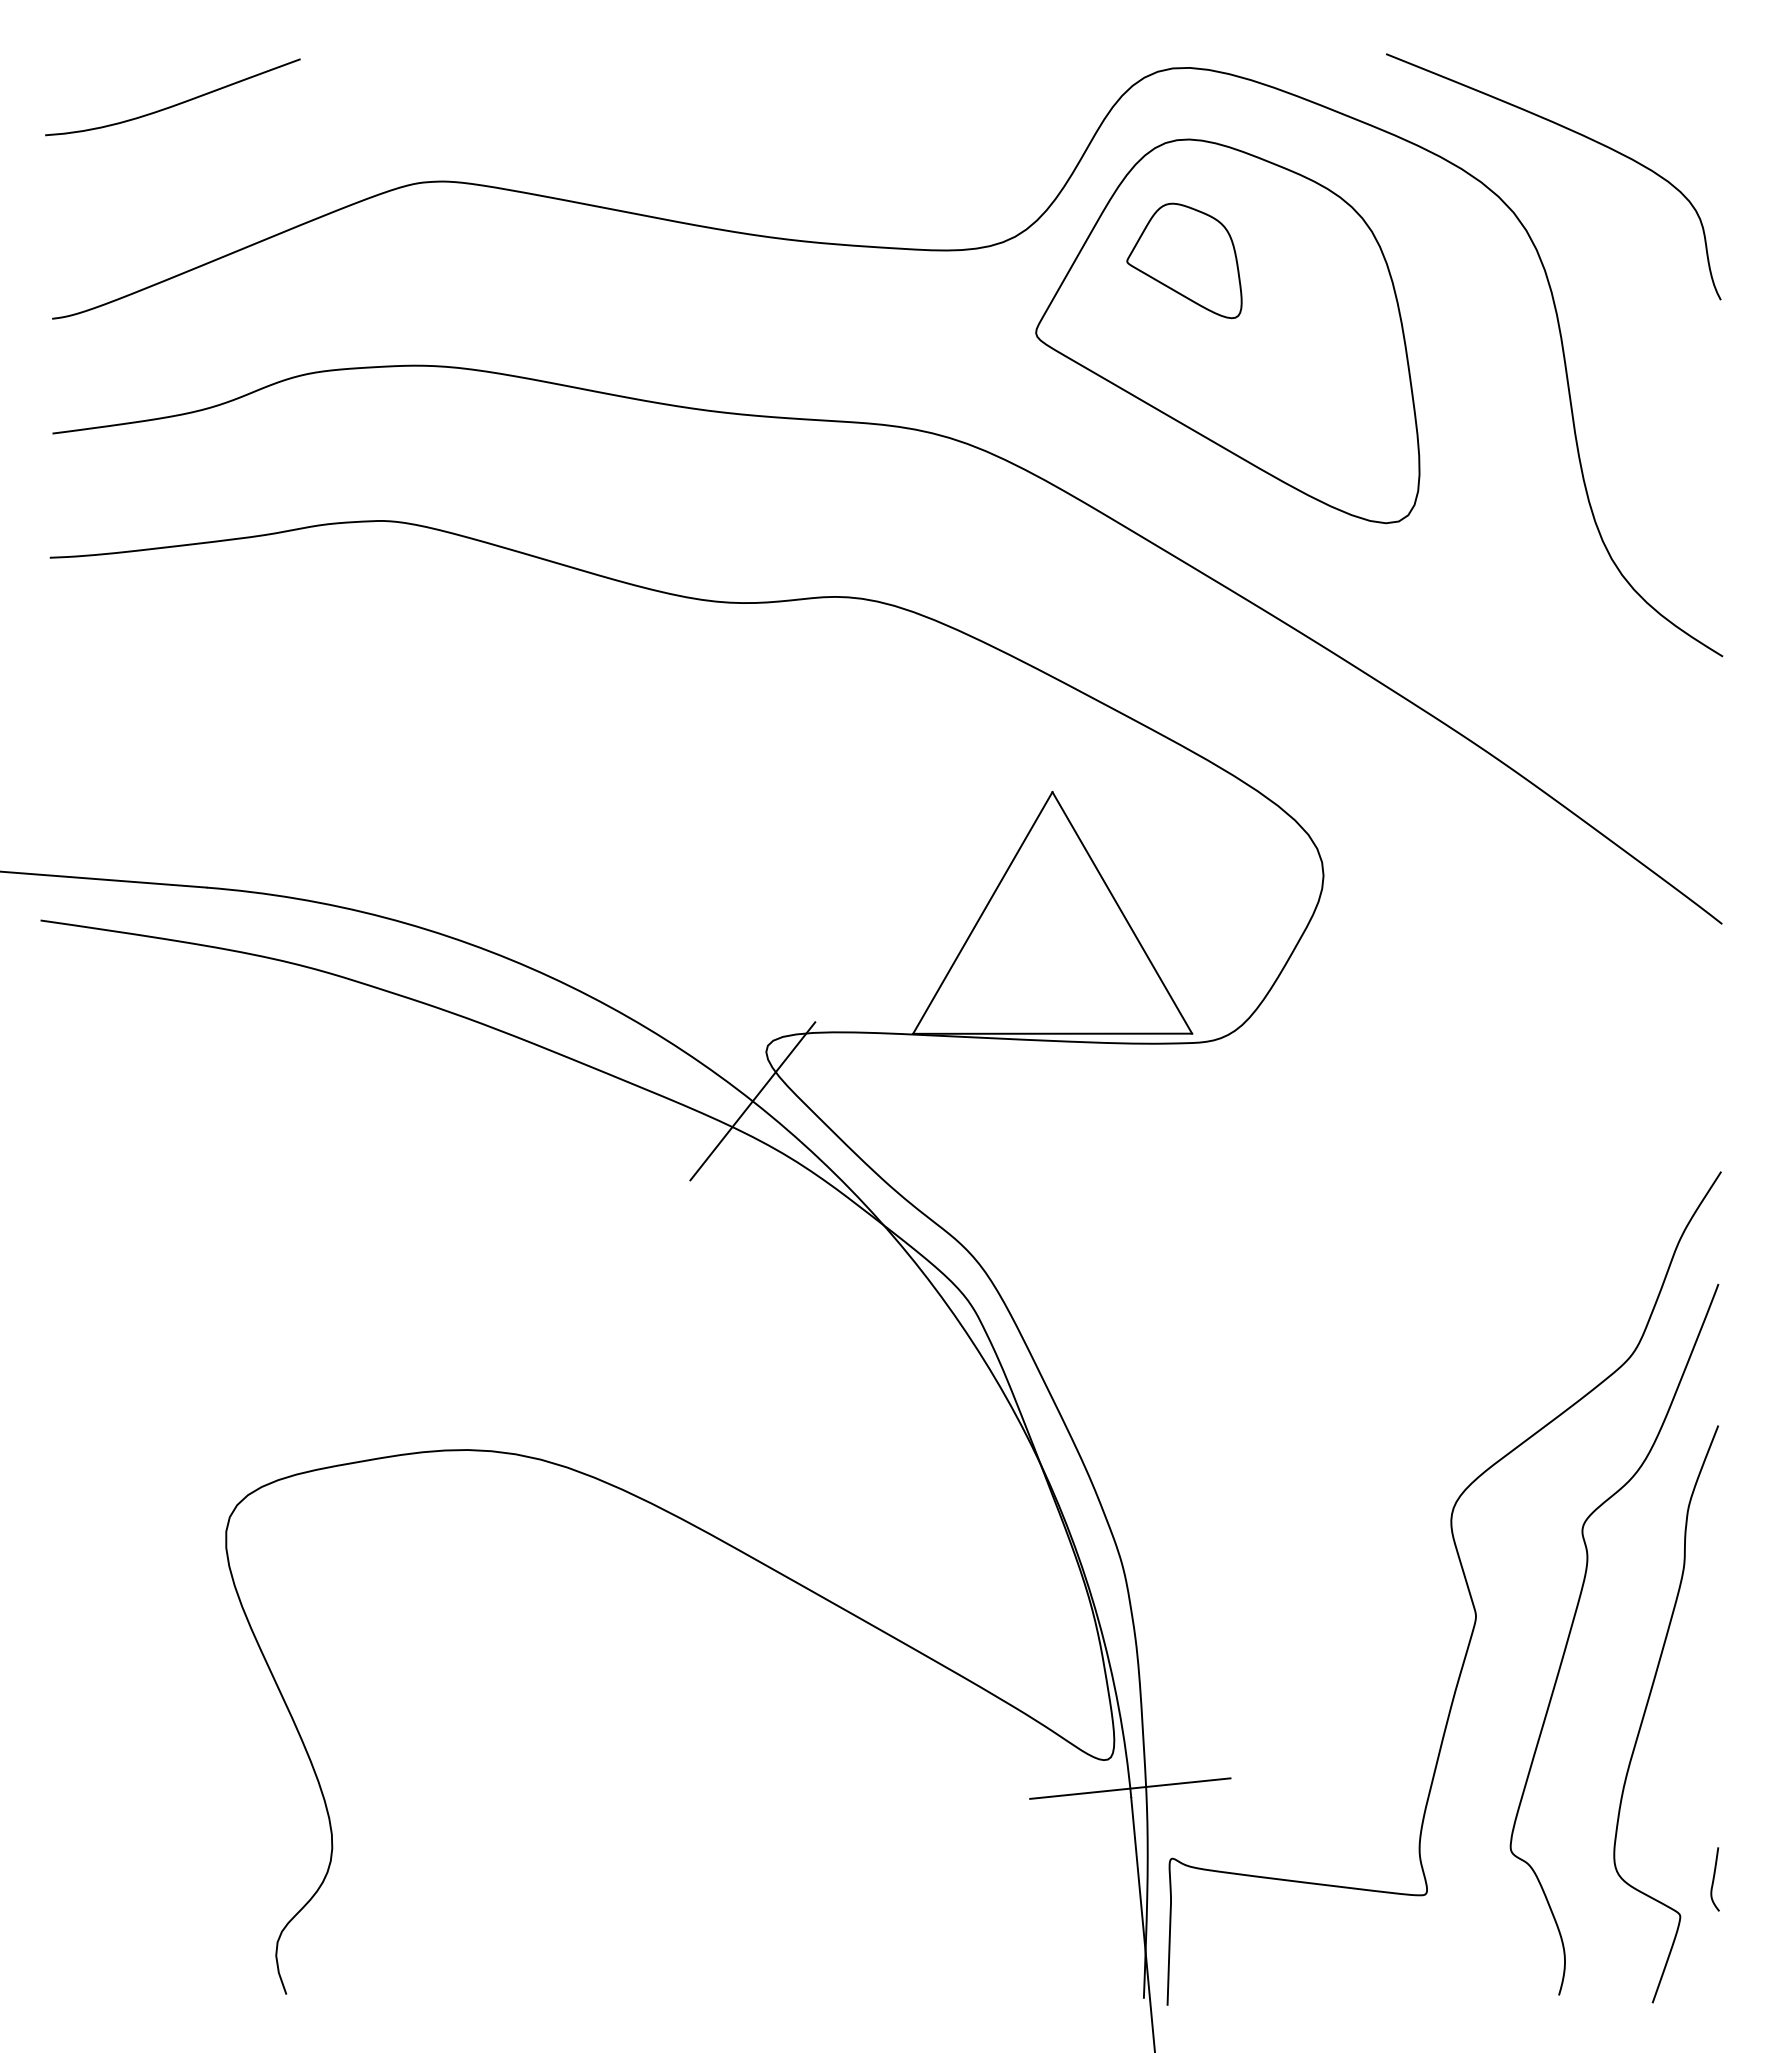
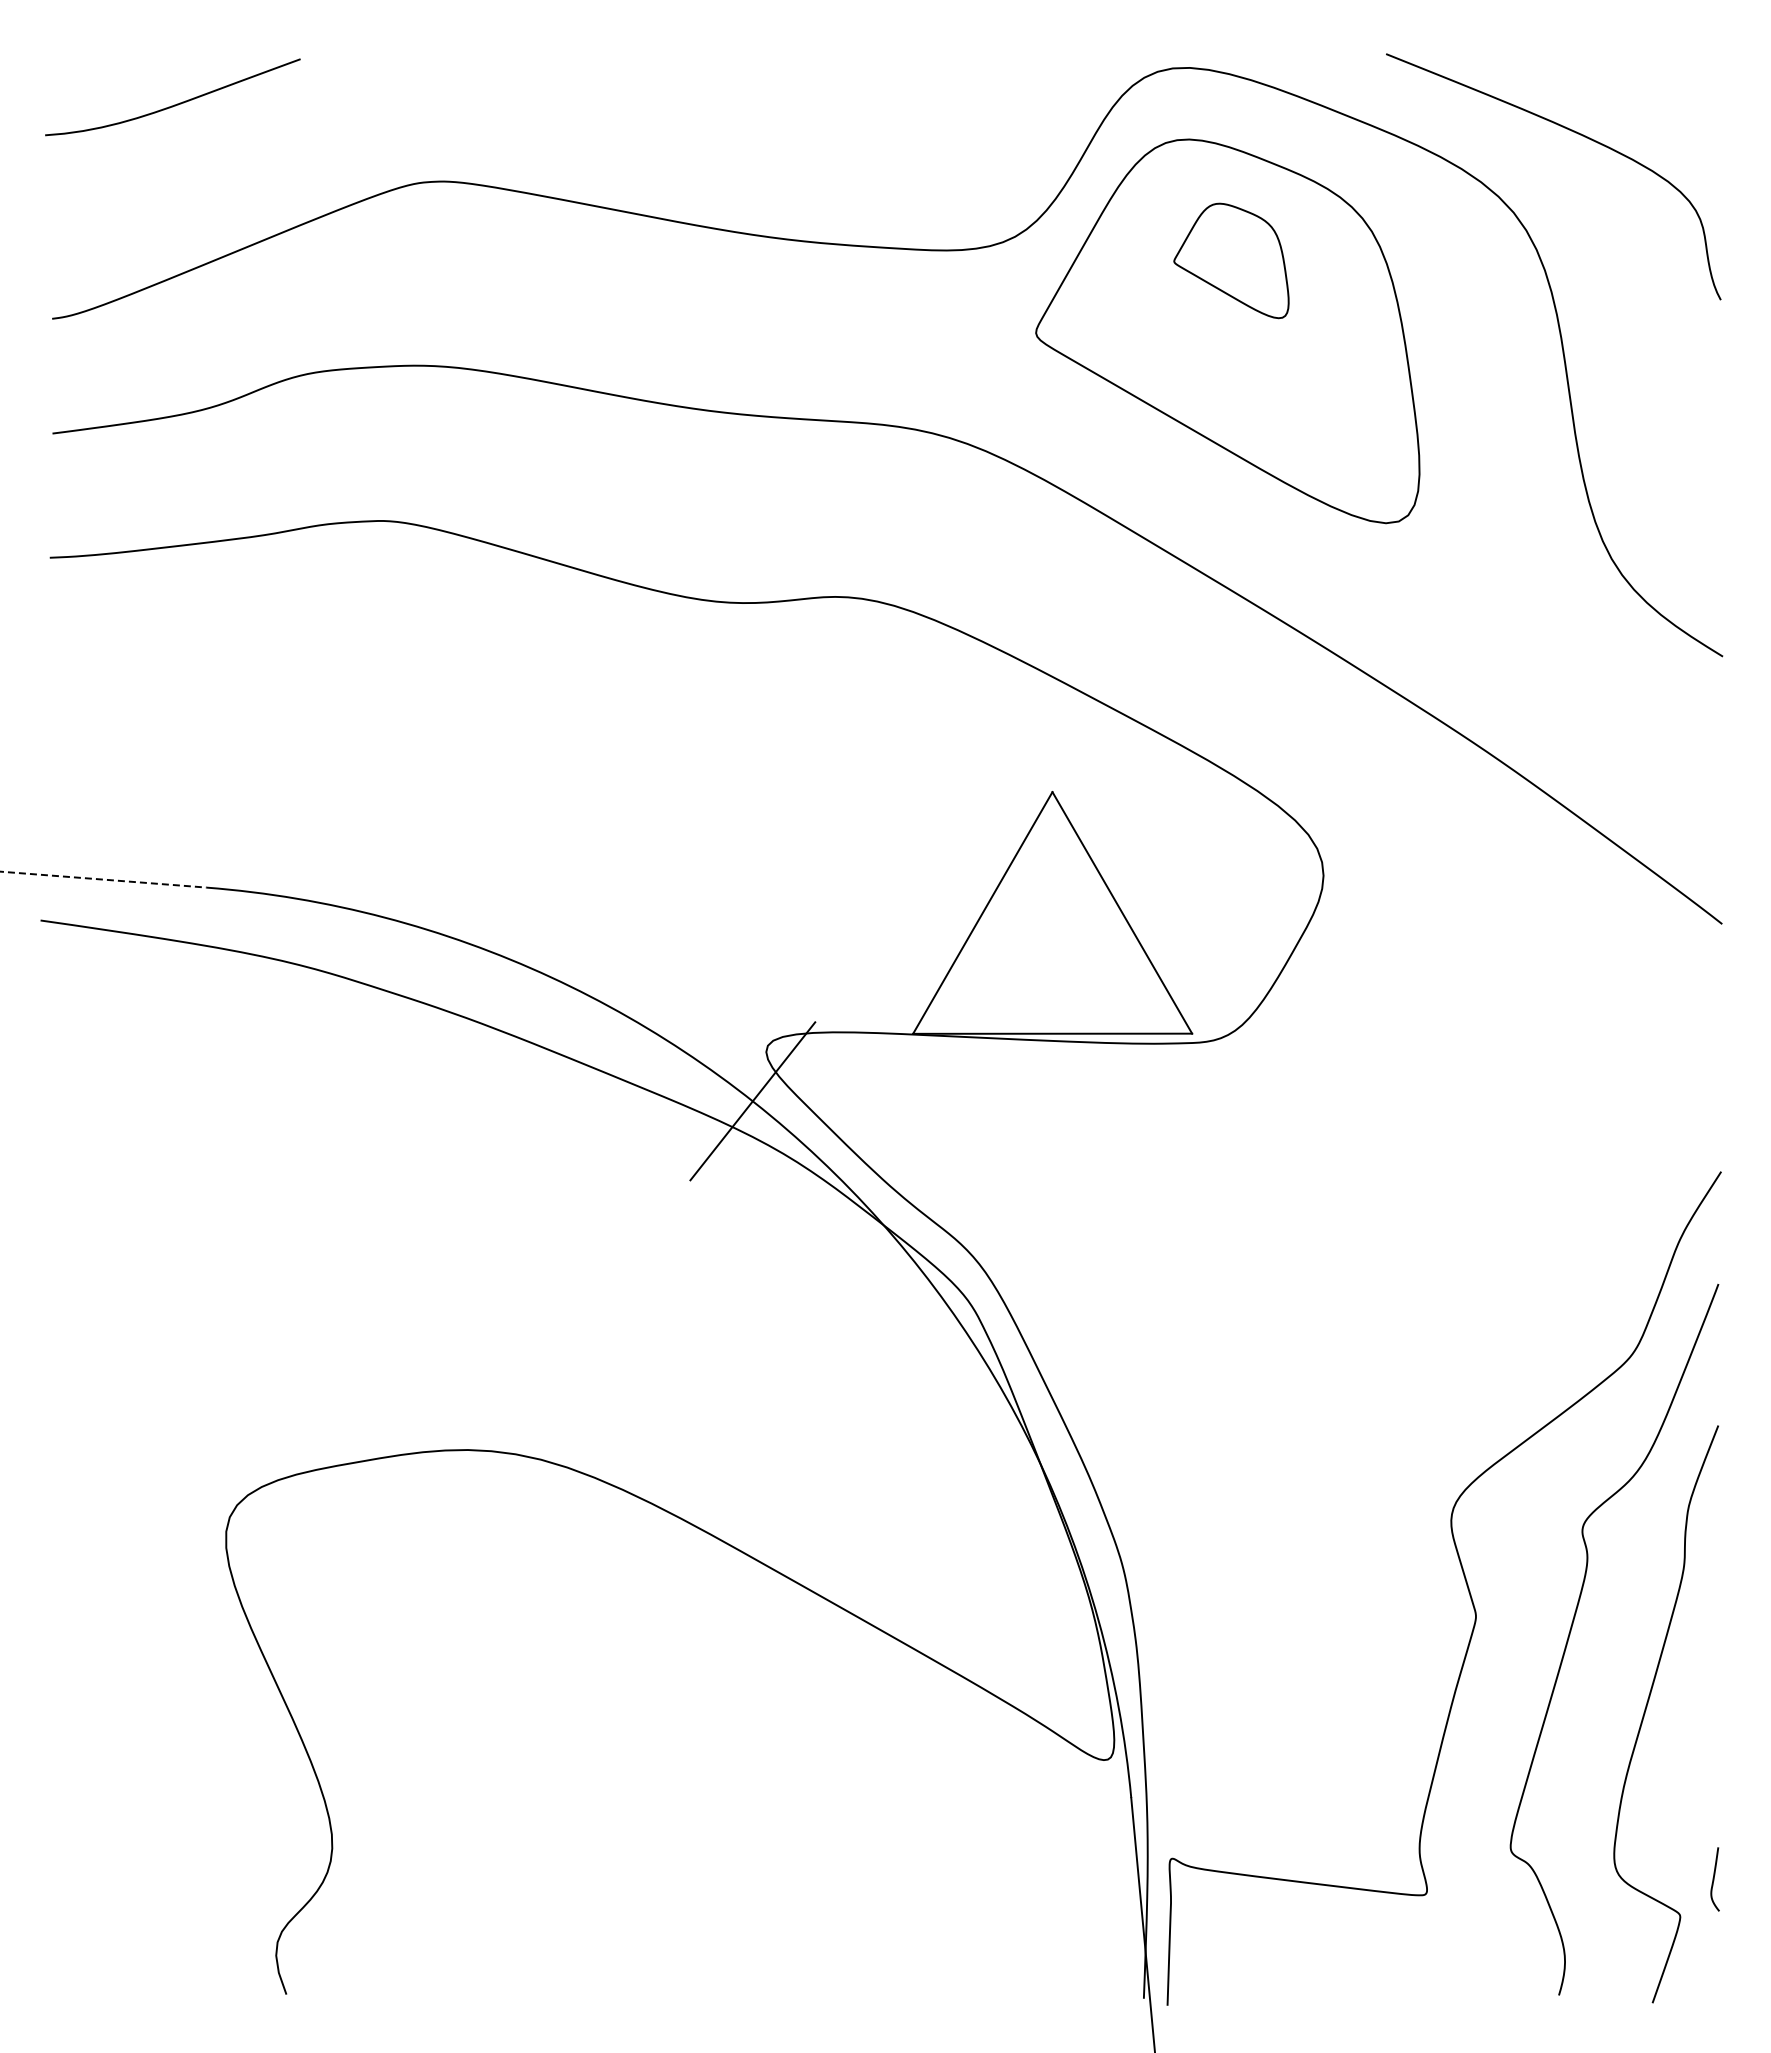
part at (1184, 260) position: (1184, 260) -> (1231, 260)
line at (104, 879): solid -> dashed
line at (1130, 1788): present -> none
